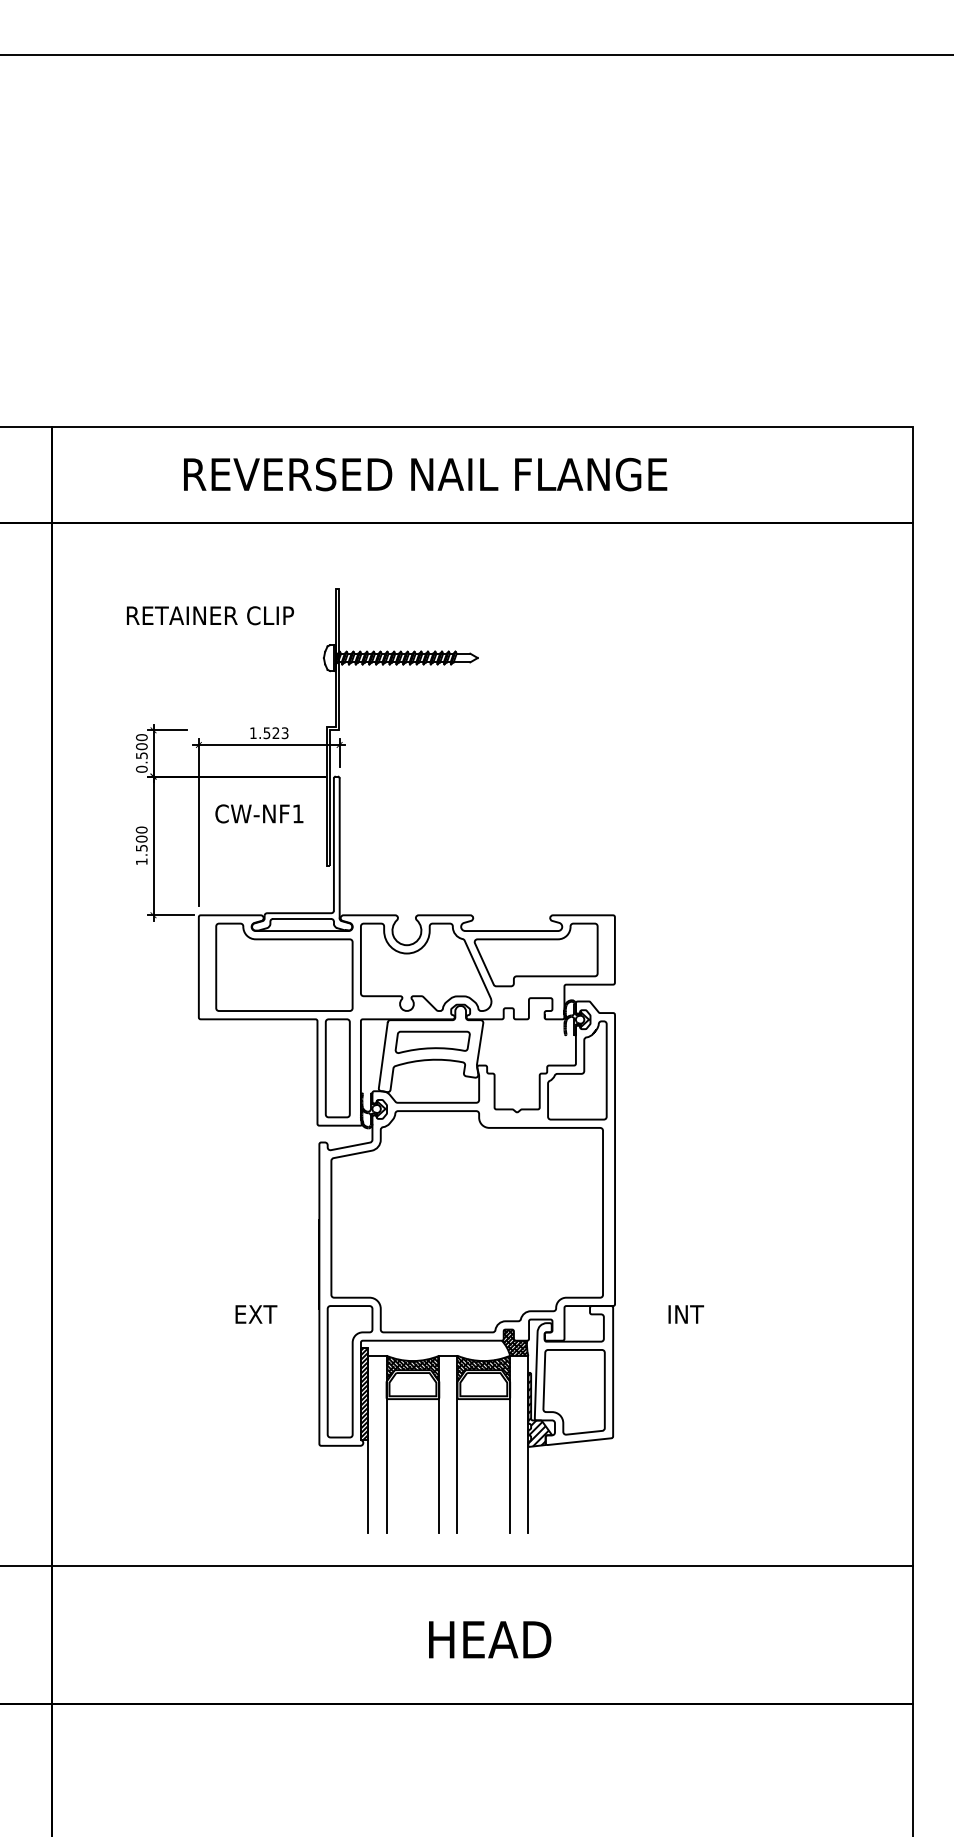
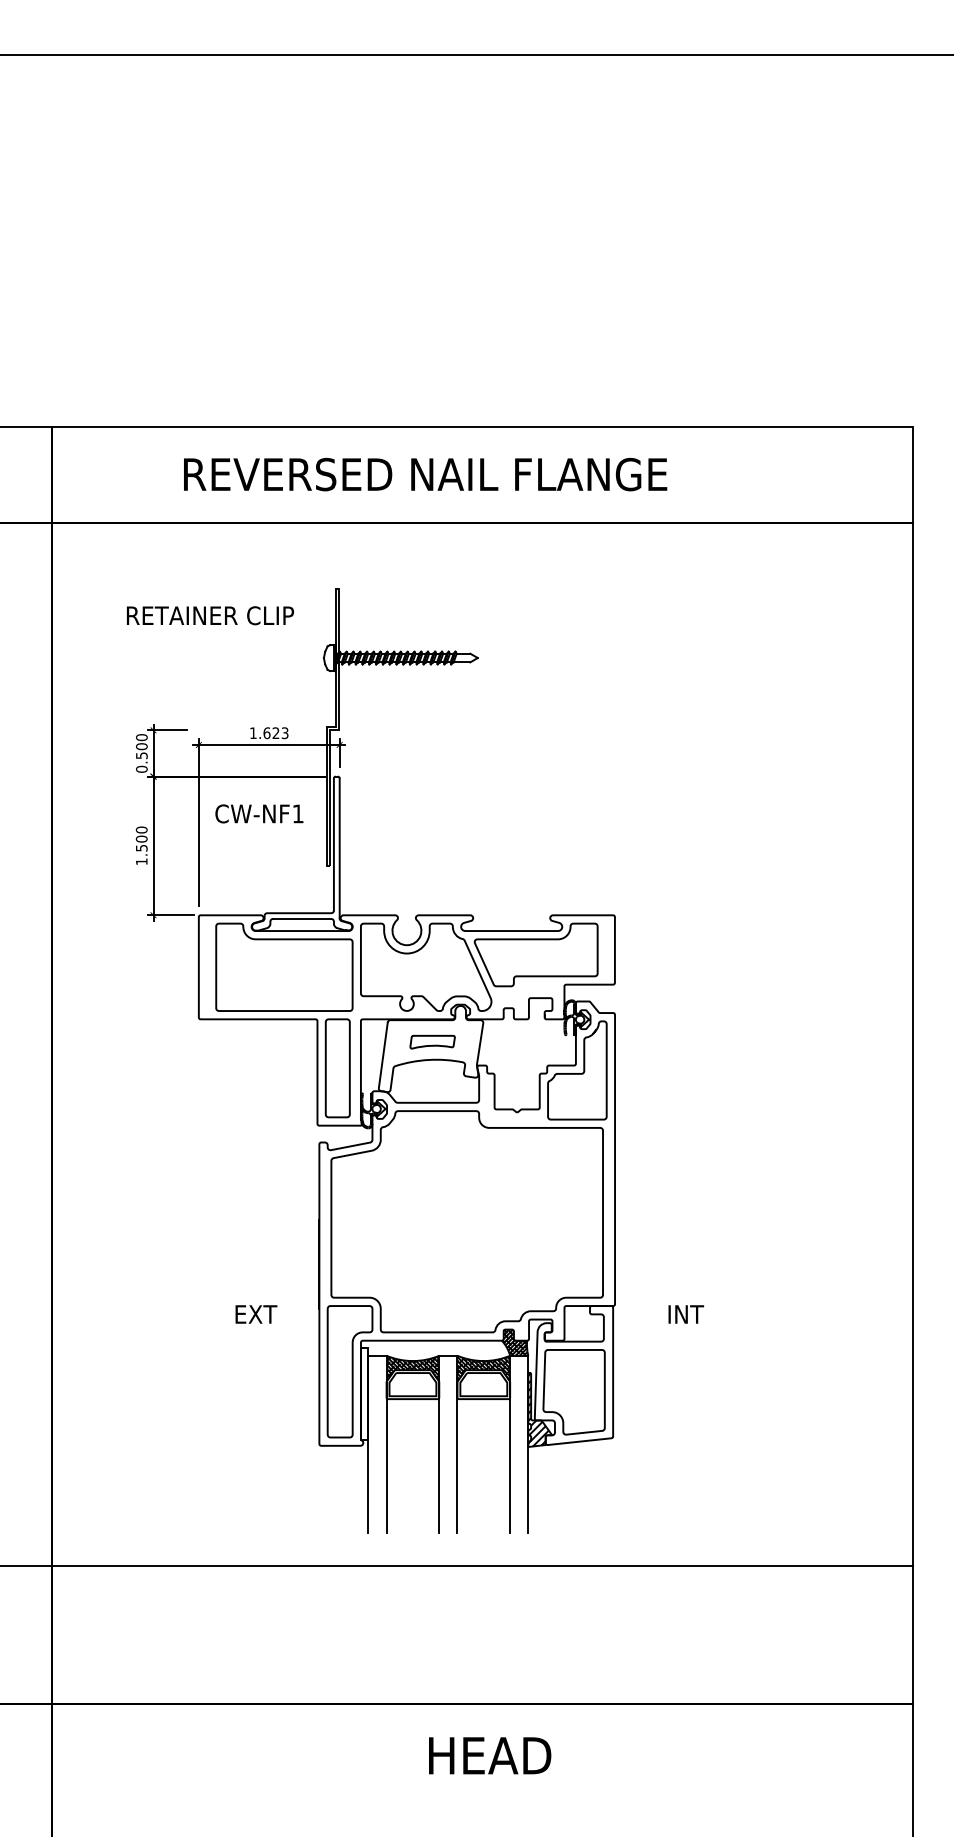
text at (266, 733): 1.523 -> 1.623
part at (432, 1041) size: 77x24 px -> 47x15 px
hatch at (364, 1393): present -> none
text at (490, 1639) position: (490, 1639) -> (490, 1755)
